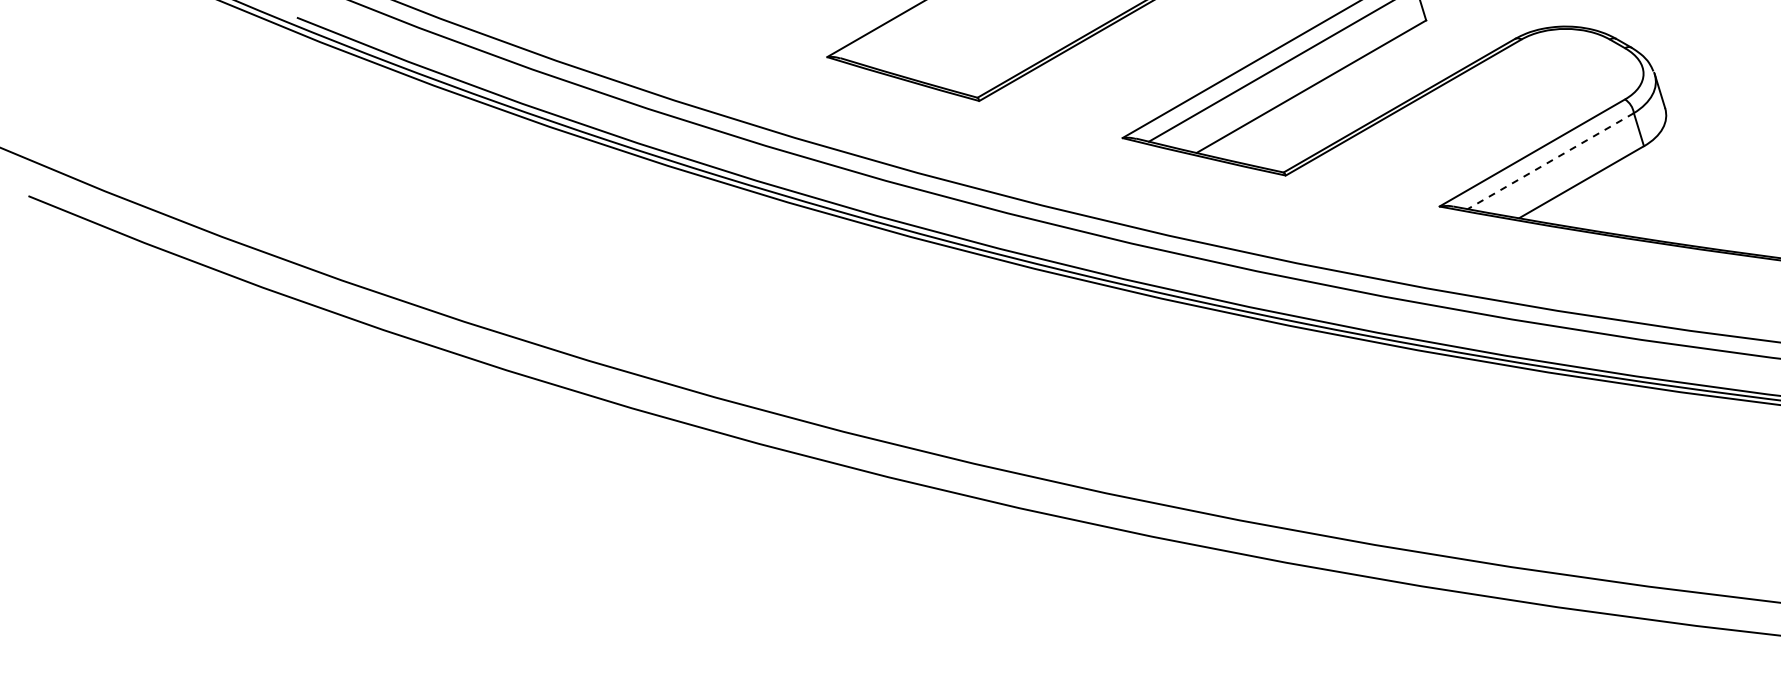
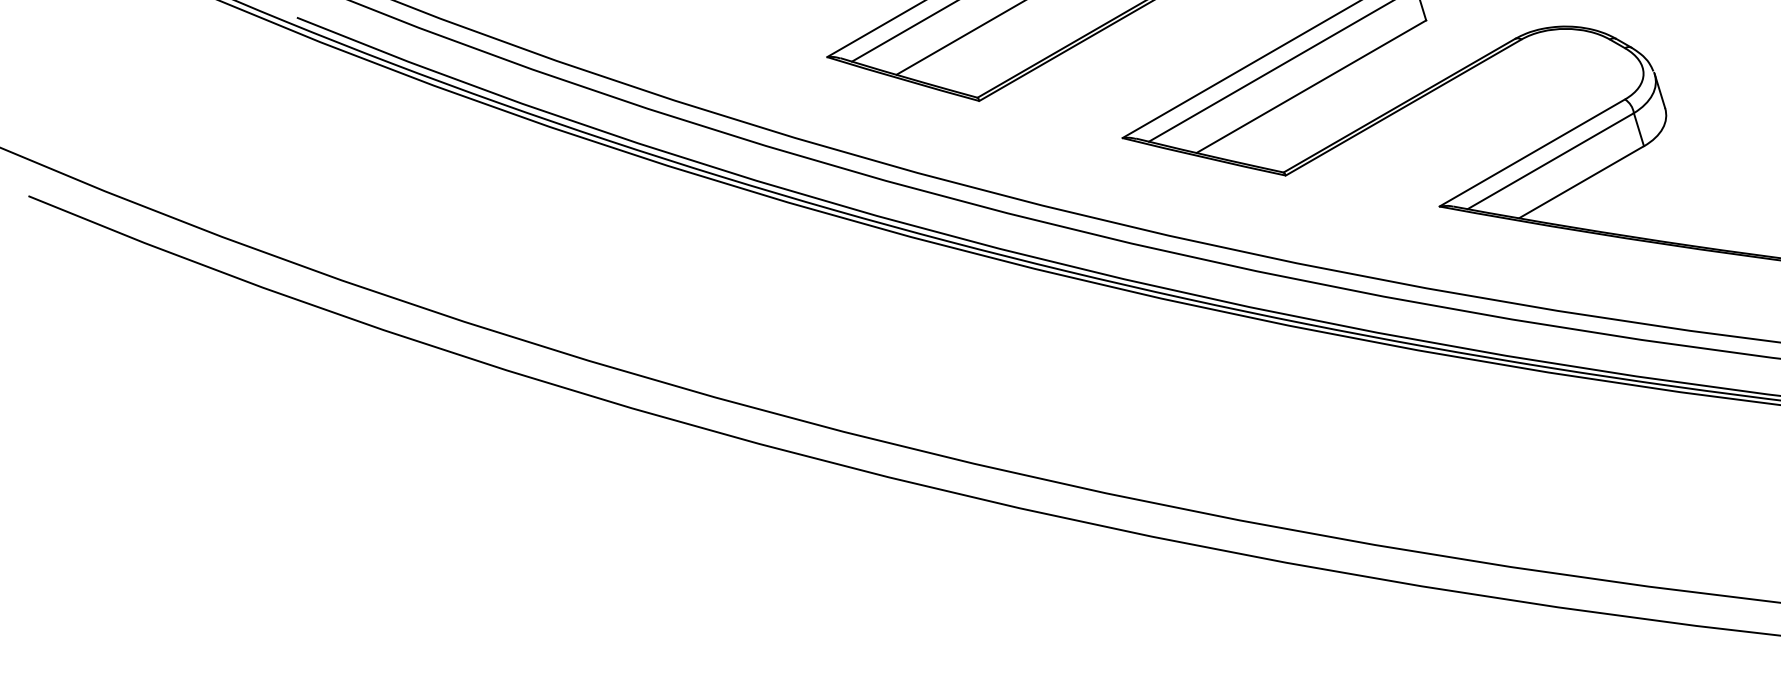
line at (903, 31): none -> present
line at (959, 38): none -> present
line at (1550, 161): dashed -> solid
